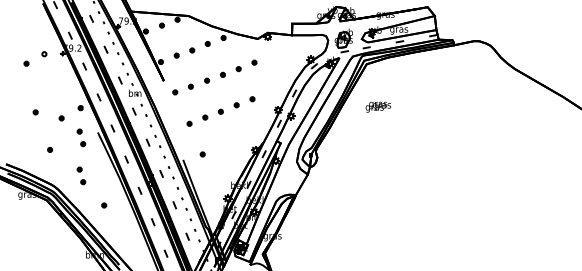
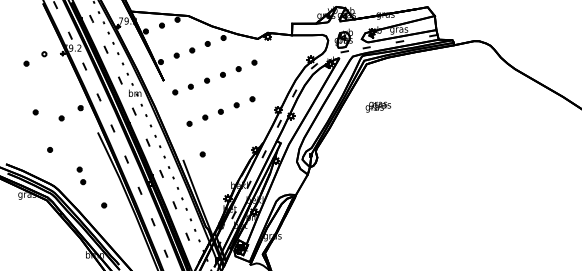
part at (81, 137): present -> none
